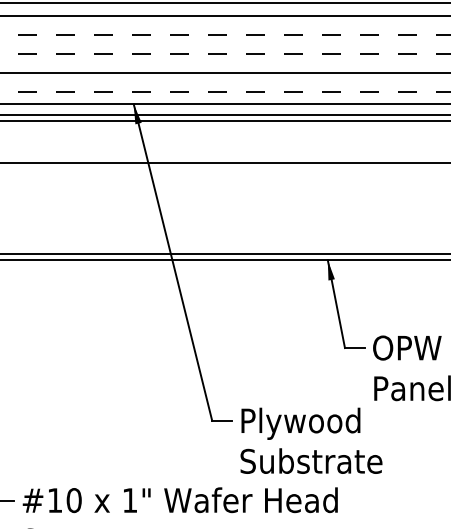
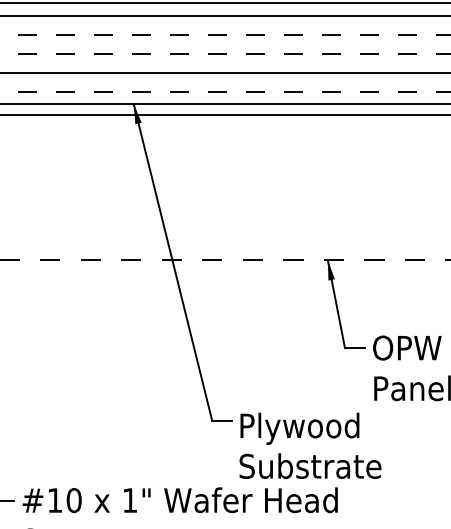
line at (224, 121): present -> none
line at (224, 162): present -> none
line at (224, 253): present -> none
line at (225, 260): solid -> dashed
text at (311, 440) position: (311, 440) -> (310, 445)
